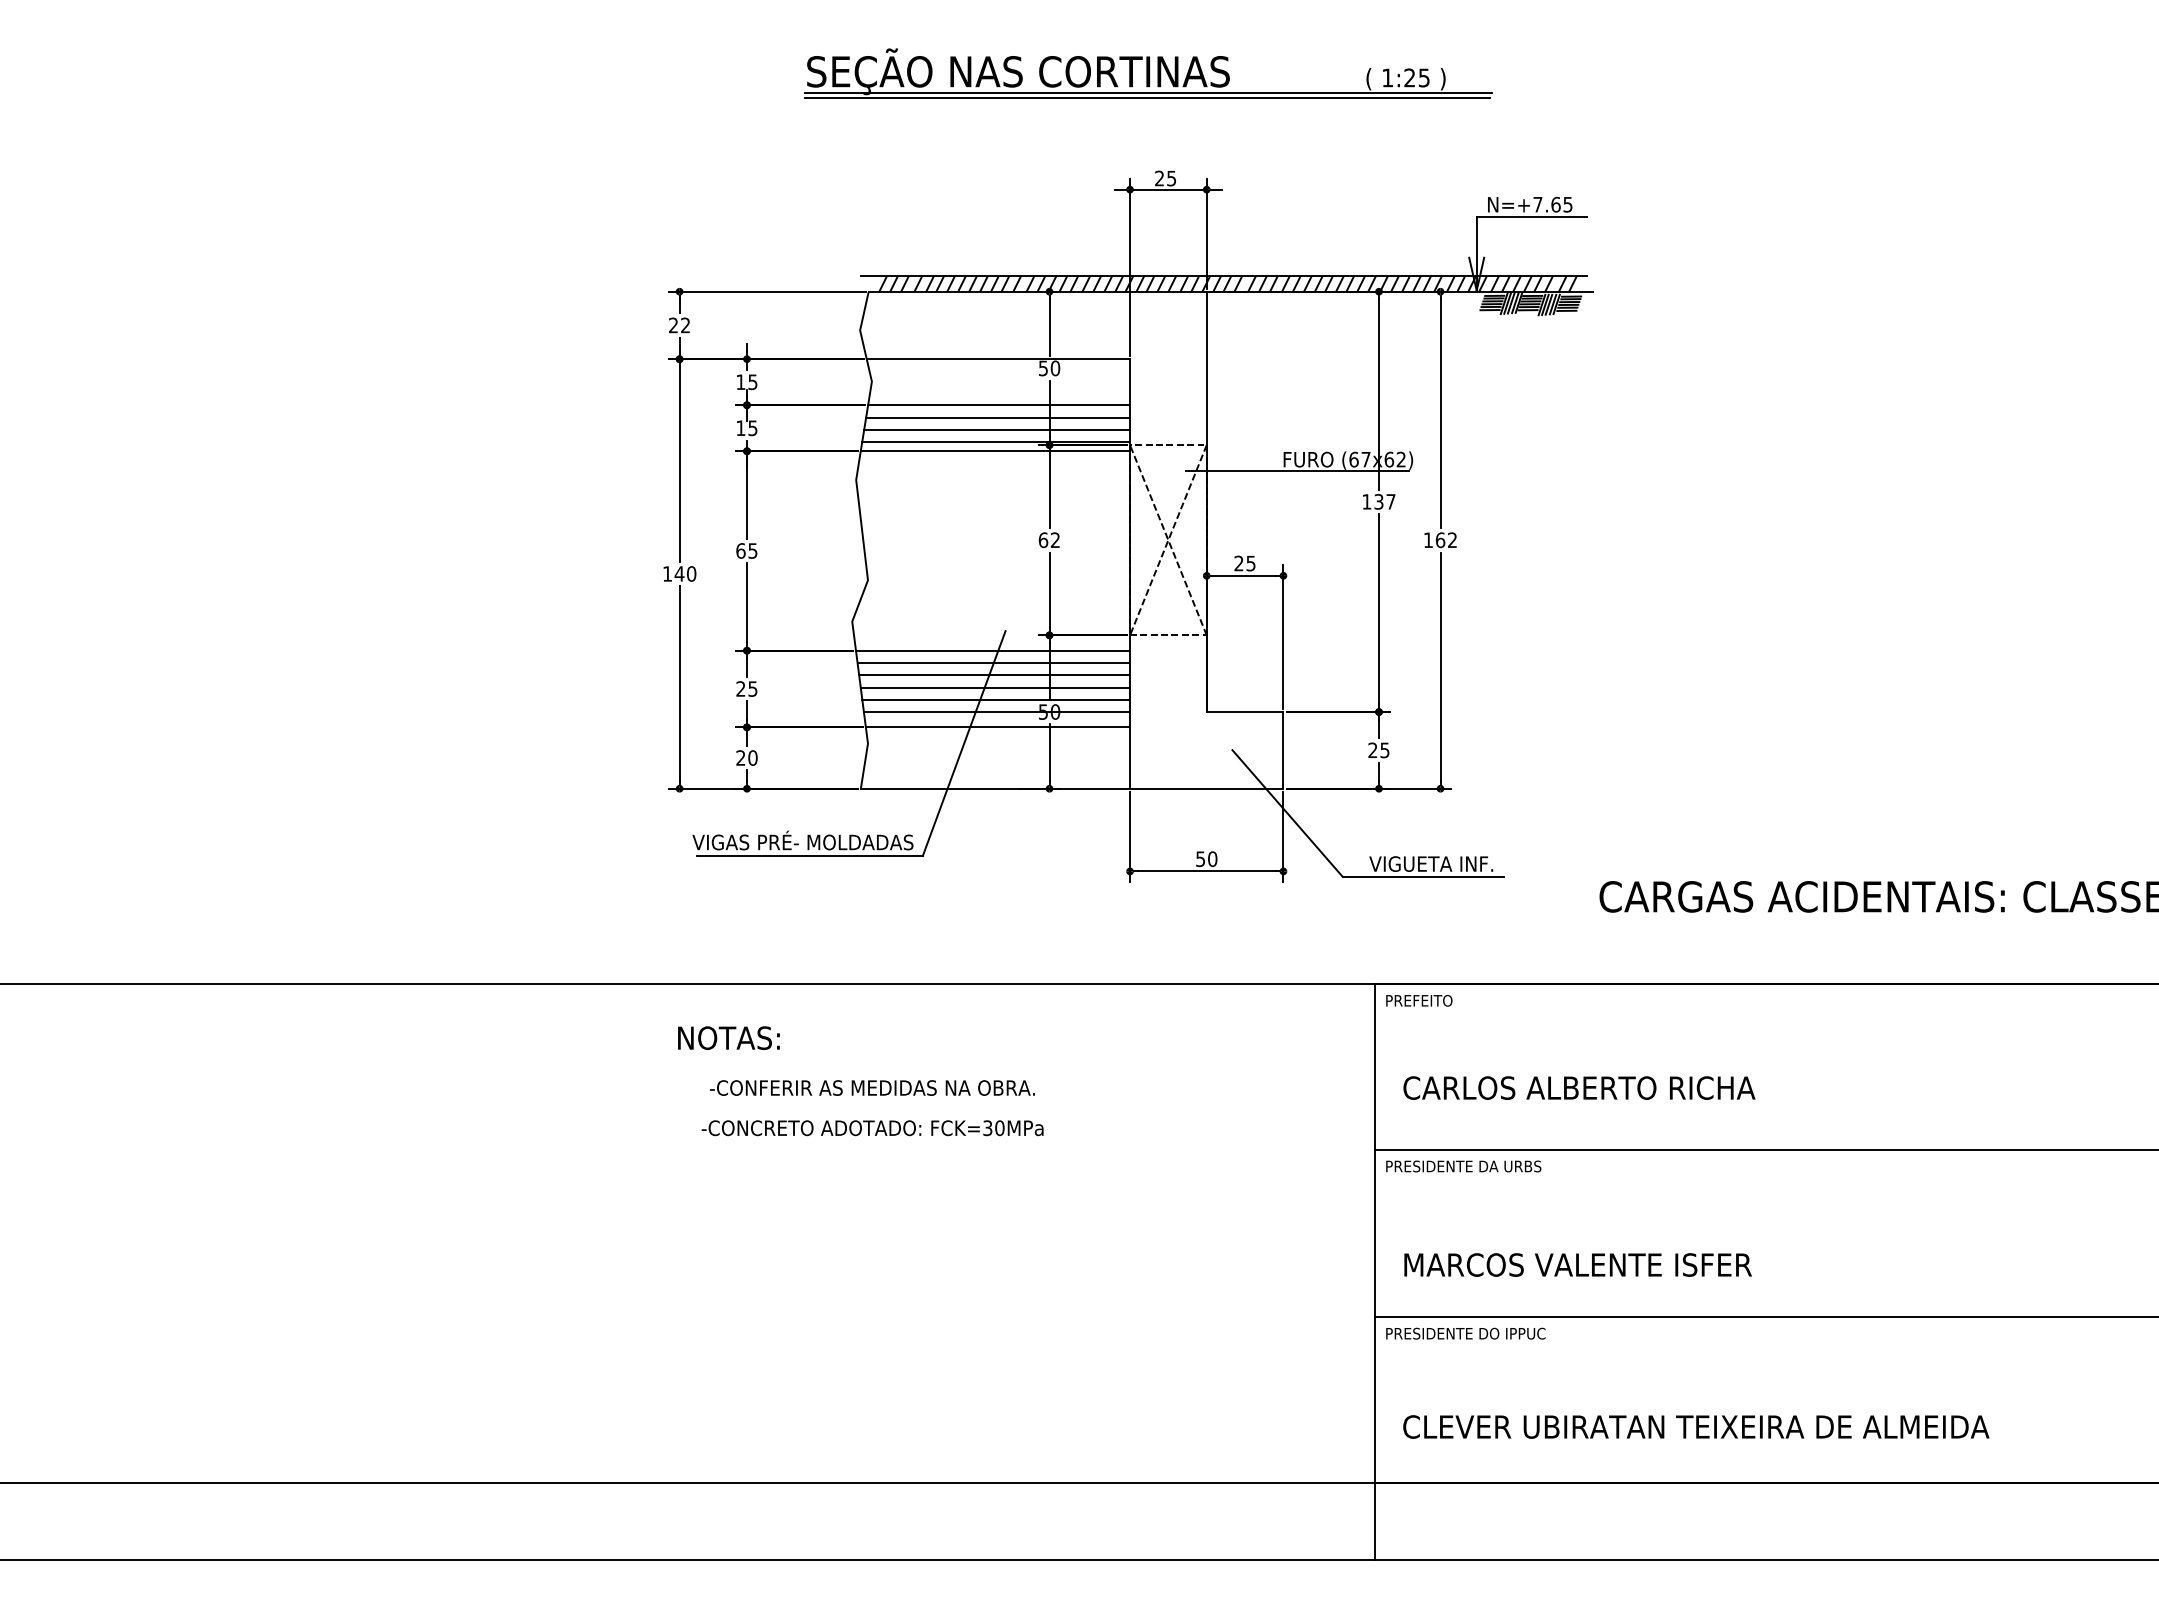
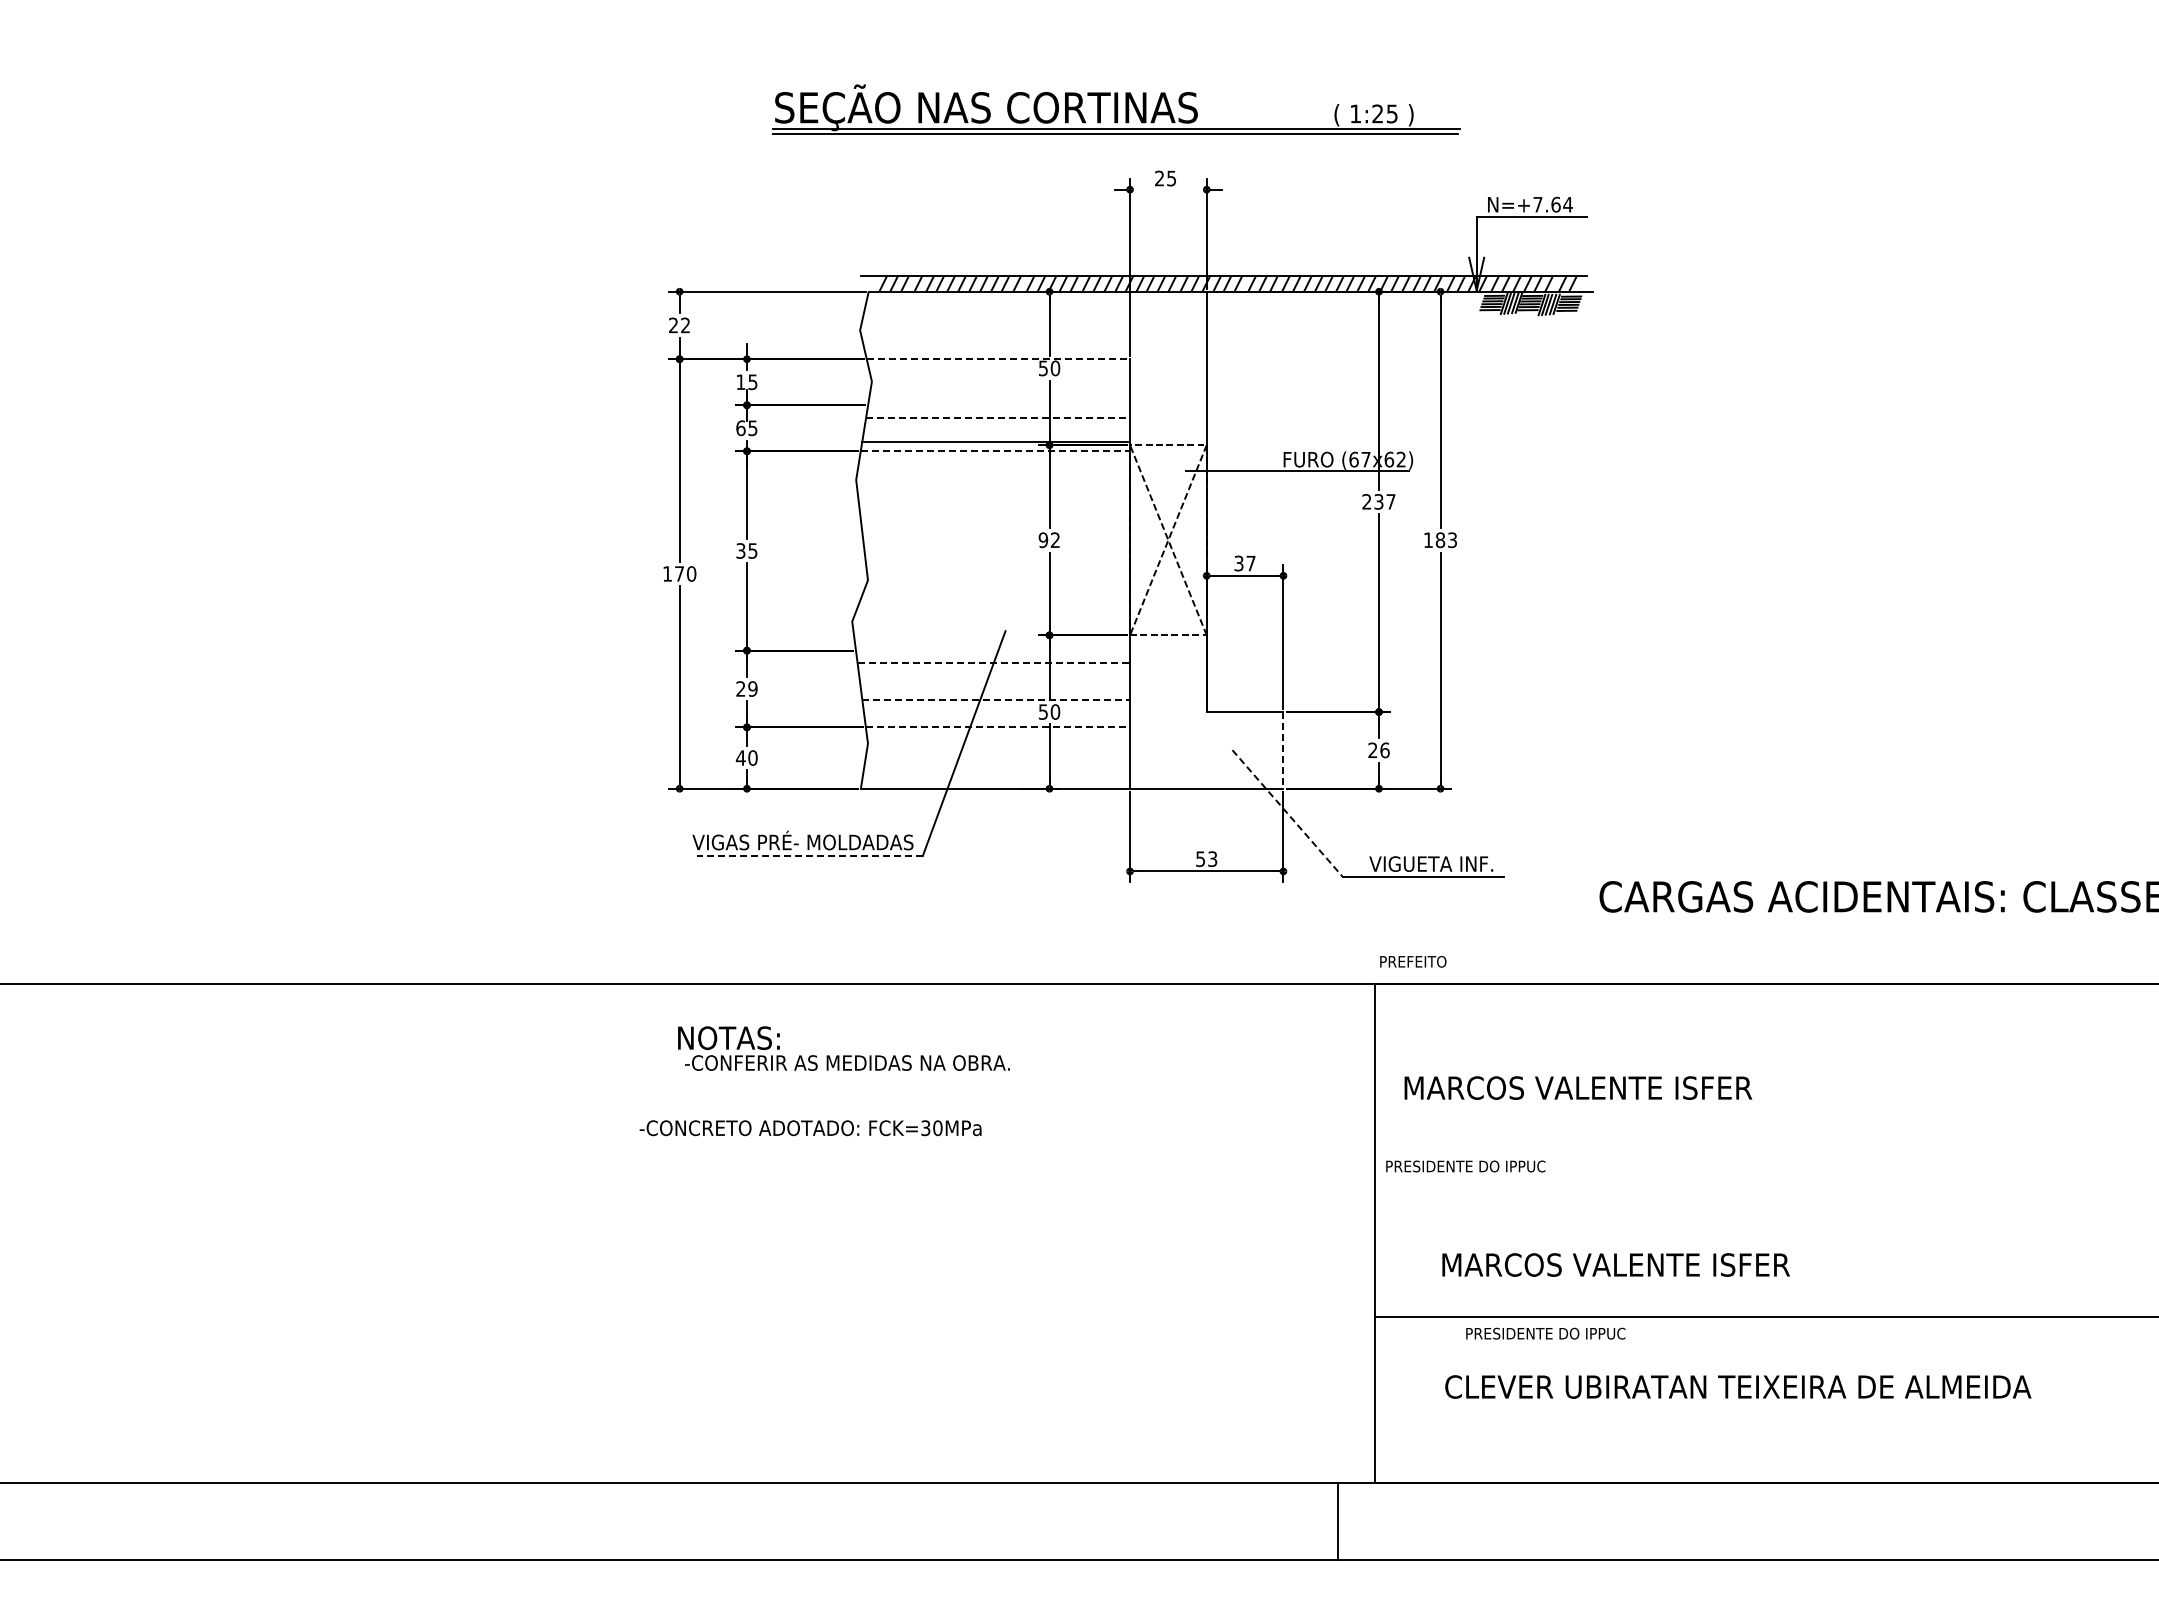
part at (1148, 73) position: (1148, 73) -> (1116, 109)
line at (1168, 189): present -> none
text at (1567, 204): N=+7.65 -> N=+7.64
line at (998, 359): solid -> dashed
line at (999, 405): present -> none
line at (998, 417): solid -> dashed
text at (740, 428): 15 -> 65
line at (997, 429): present -> none
line at (995, 451): solid -> dashed
text at (1366, 501): 137 -> 237
text at (1043, 540): 62 -> 92
text at (1445, 540): 162 -> 183
text at (740, 550): 65 -> 35
text at (1244, 563): 25 -> 37
text at (679, 573): 140 -> 170
line at (993, 650): present -> none
line at (994, 662): solid -> dashed
line at (994, 675): present -> none
line at (995, 687): present -> none
text at (752, 688): 25 -> 29
line at (996, 699): solid -> dashed
line at (996, 712): present -> none
line at (998, 727): solid -> dashed
line at (1283, 750): solid -> dashed
text at (1384, 750): 25 -> 26
text at (740, 757): 20 -> 40
line at (1287, 813): solid -> dashed
line at (809, 856): solid -> dashed
text at (1212, 859): 50 -> 53
text at (1419, 1000) position: (1419, 1000) -> (1413, 961)
text at (872, 1087) position: (872, 1087) -> (847, 1062)
text at (1579, 1087): CARLOS ALBERTO RICHA -> MARCOS VALENTE ISFER
text at (872, 1128) position: (872, 1128) -> (810, 1128)
line at (1764, 1149): present -> none
text at (1517, 1166): PRESIDENTE DA URBS -> PRESIDENTE DO IPPUC
text at (1577, 1264) position: (1577, 1264) -> (1615, 1264)
text at (1465, 1333) position: (1465, 1333) -> (1545, 1333)
text at (1696, 1426) position: (1696, 1426) -> (1738, 1386)
line at (1374, 1520) position: (1374, 1520) -> (1337, 1520)
